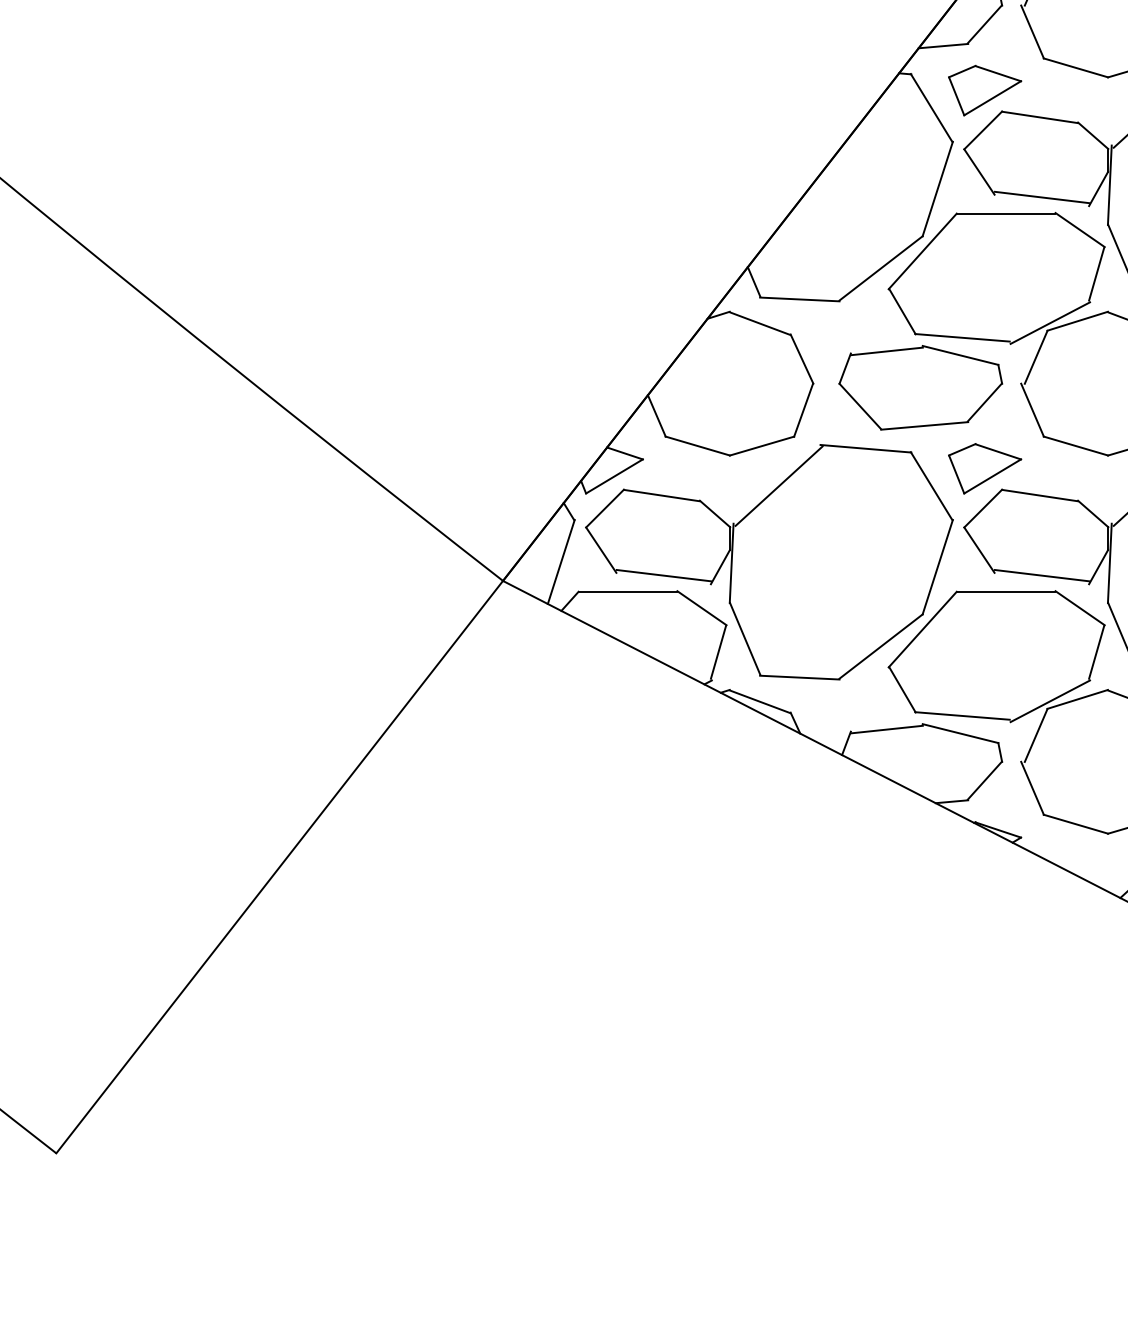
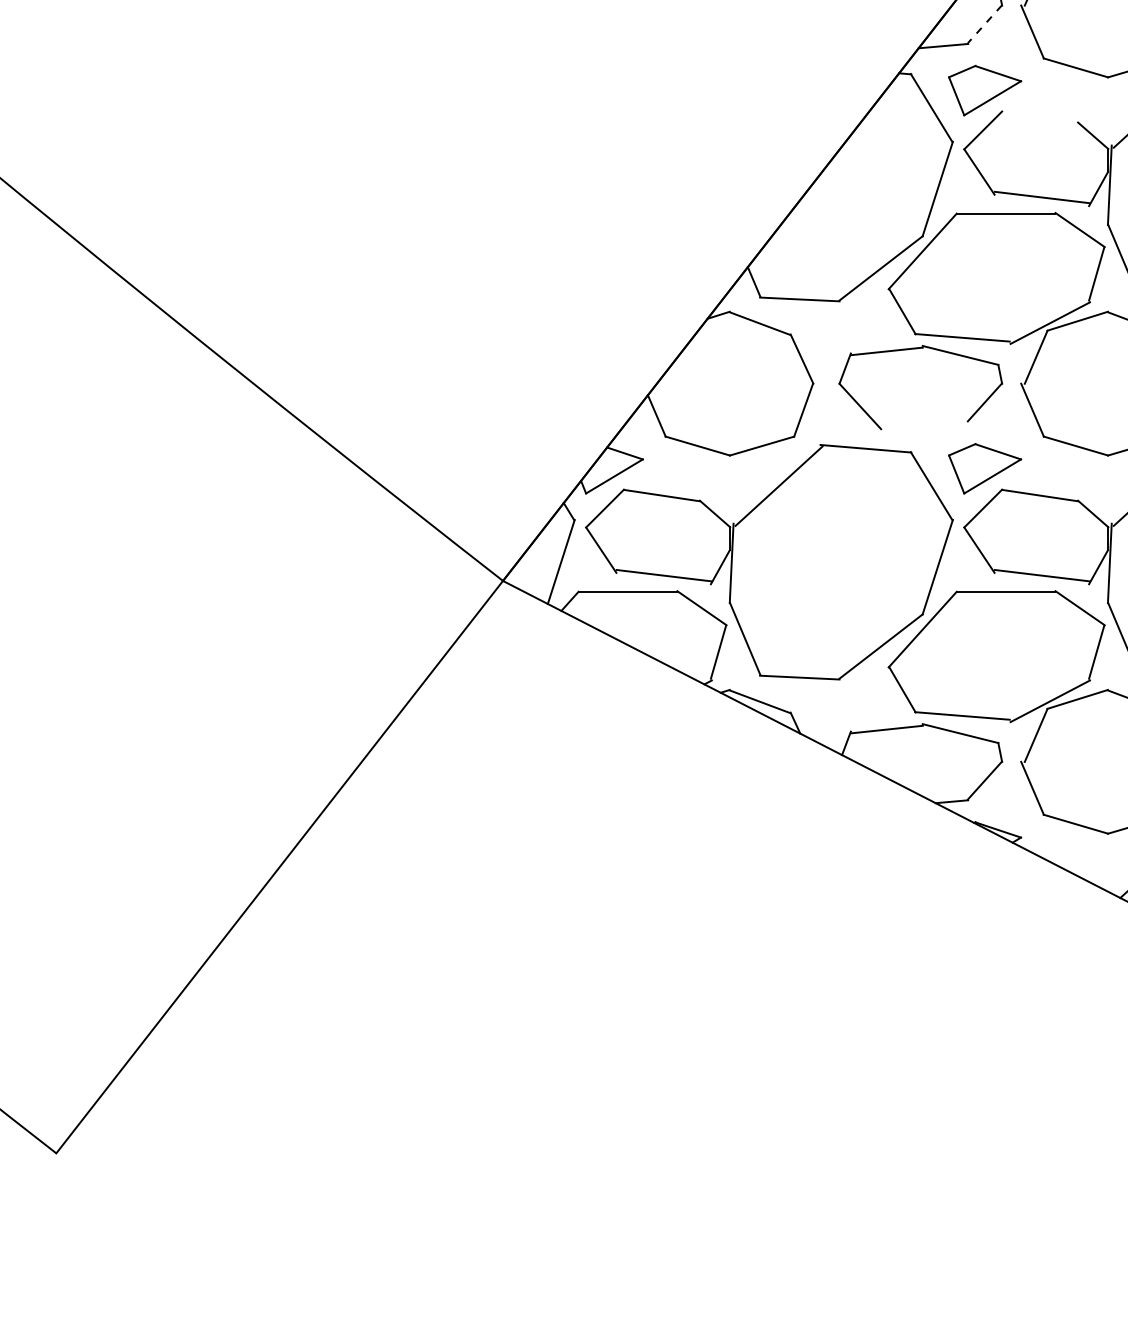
line at (984, 24): solid -> dashed
line at (1039, 117): present -> none
line at (924, 425): present -> none
